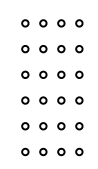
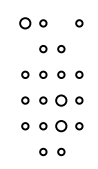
circle at (25, 23) size: 9x9 px -> 13x13 px
circle at (61, 23): present -> none
circle at (25, 49): present -> none
circle at (79, 49): present -> none
circle at (61, 100) size: 9x9 px -> 13x13 px
circle at (61, 126) size: 9x9 px -> 13x13 px
circle at (25, 151): present -> none
circle at (79, 151): present -> none
